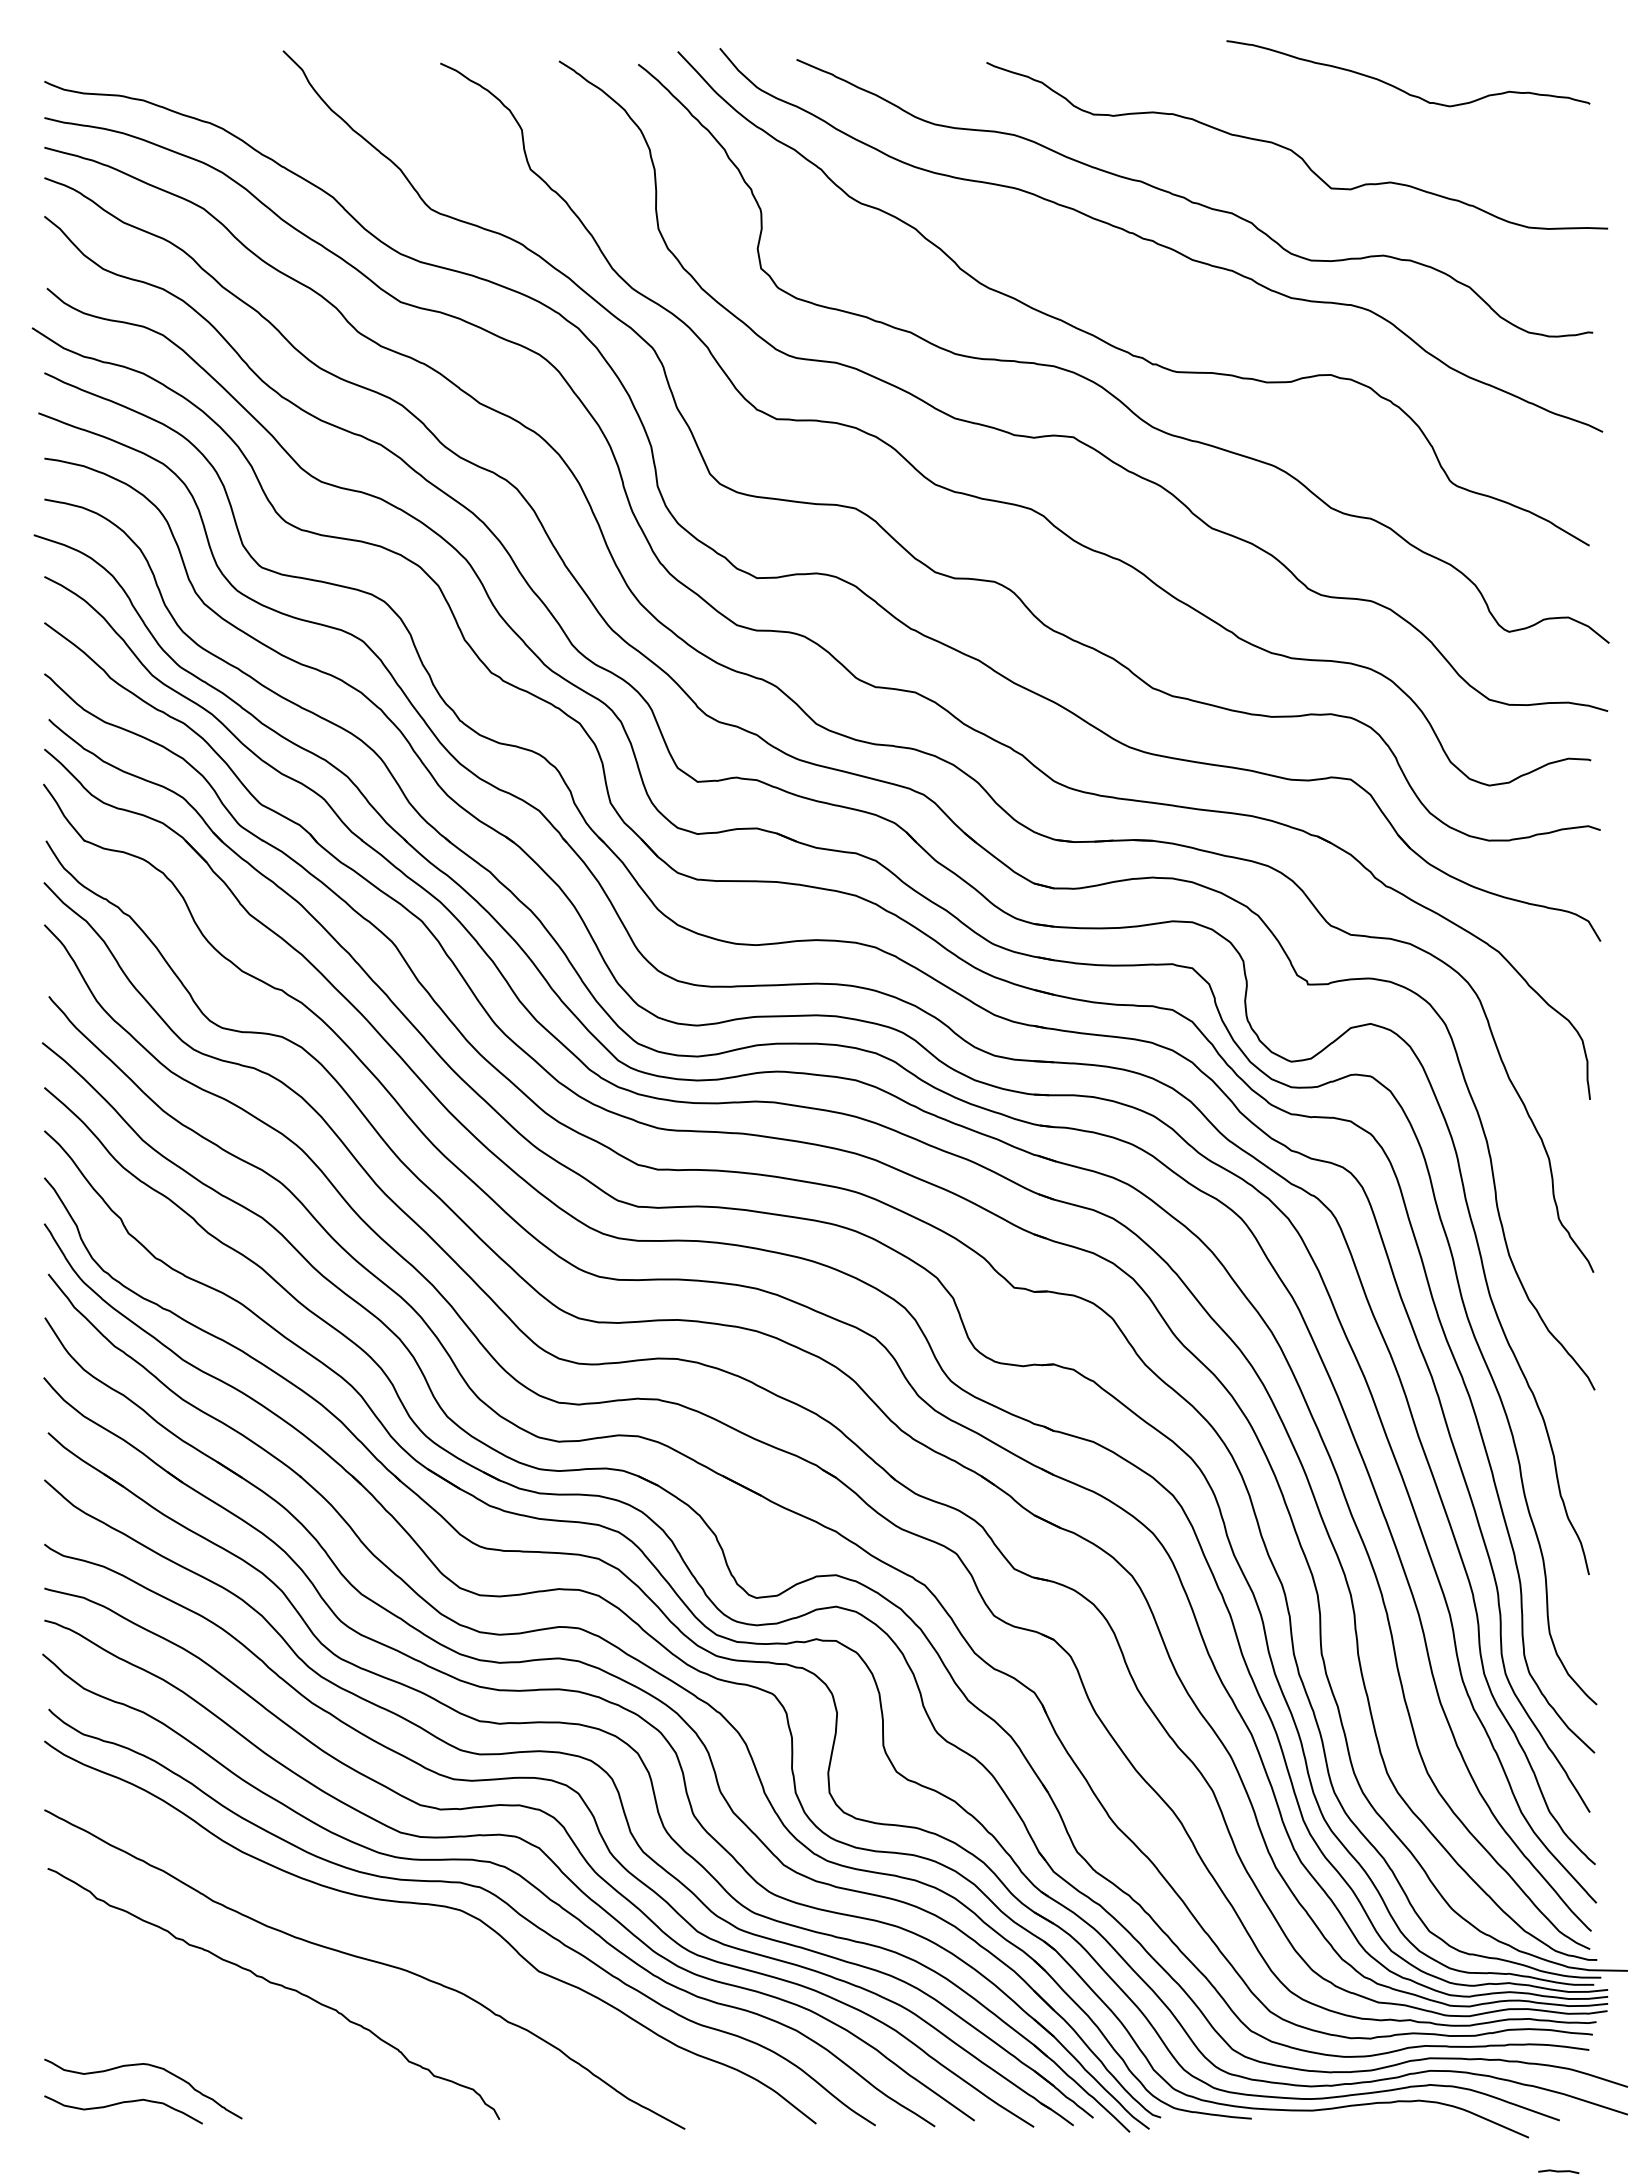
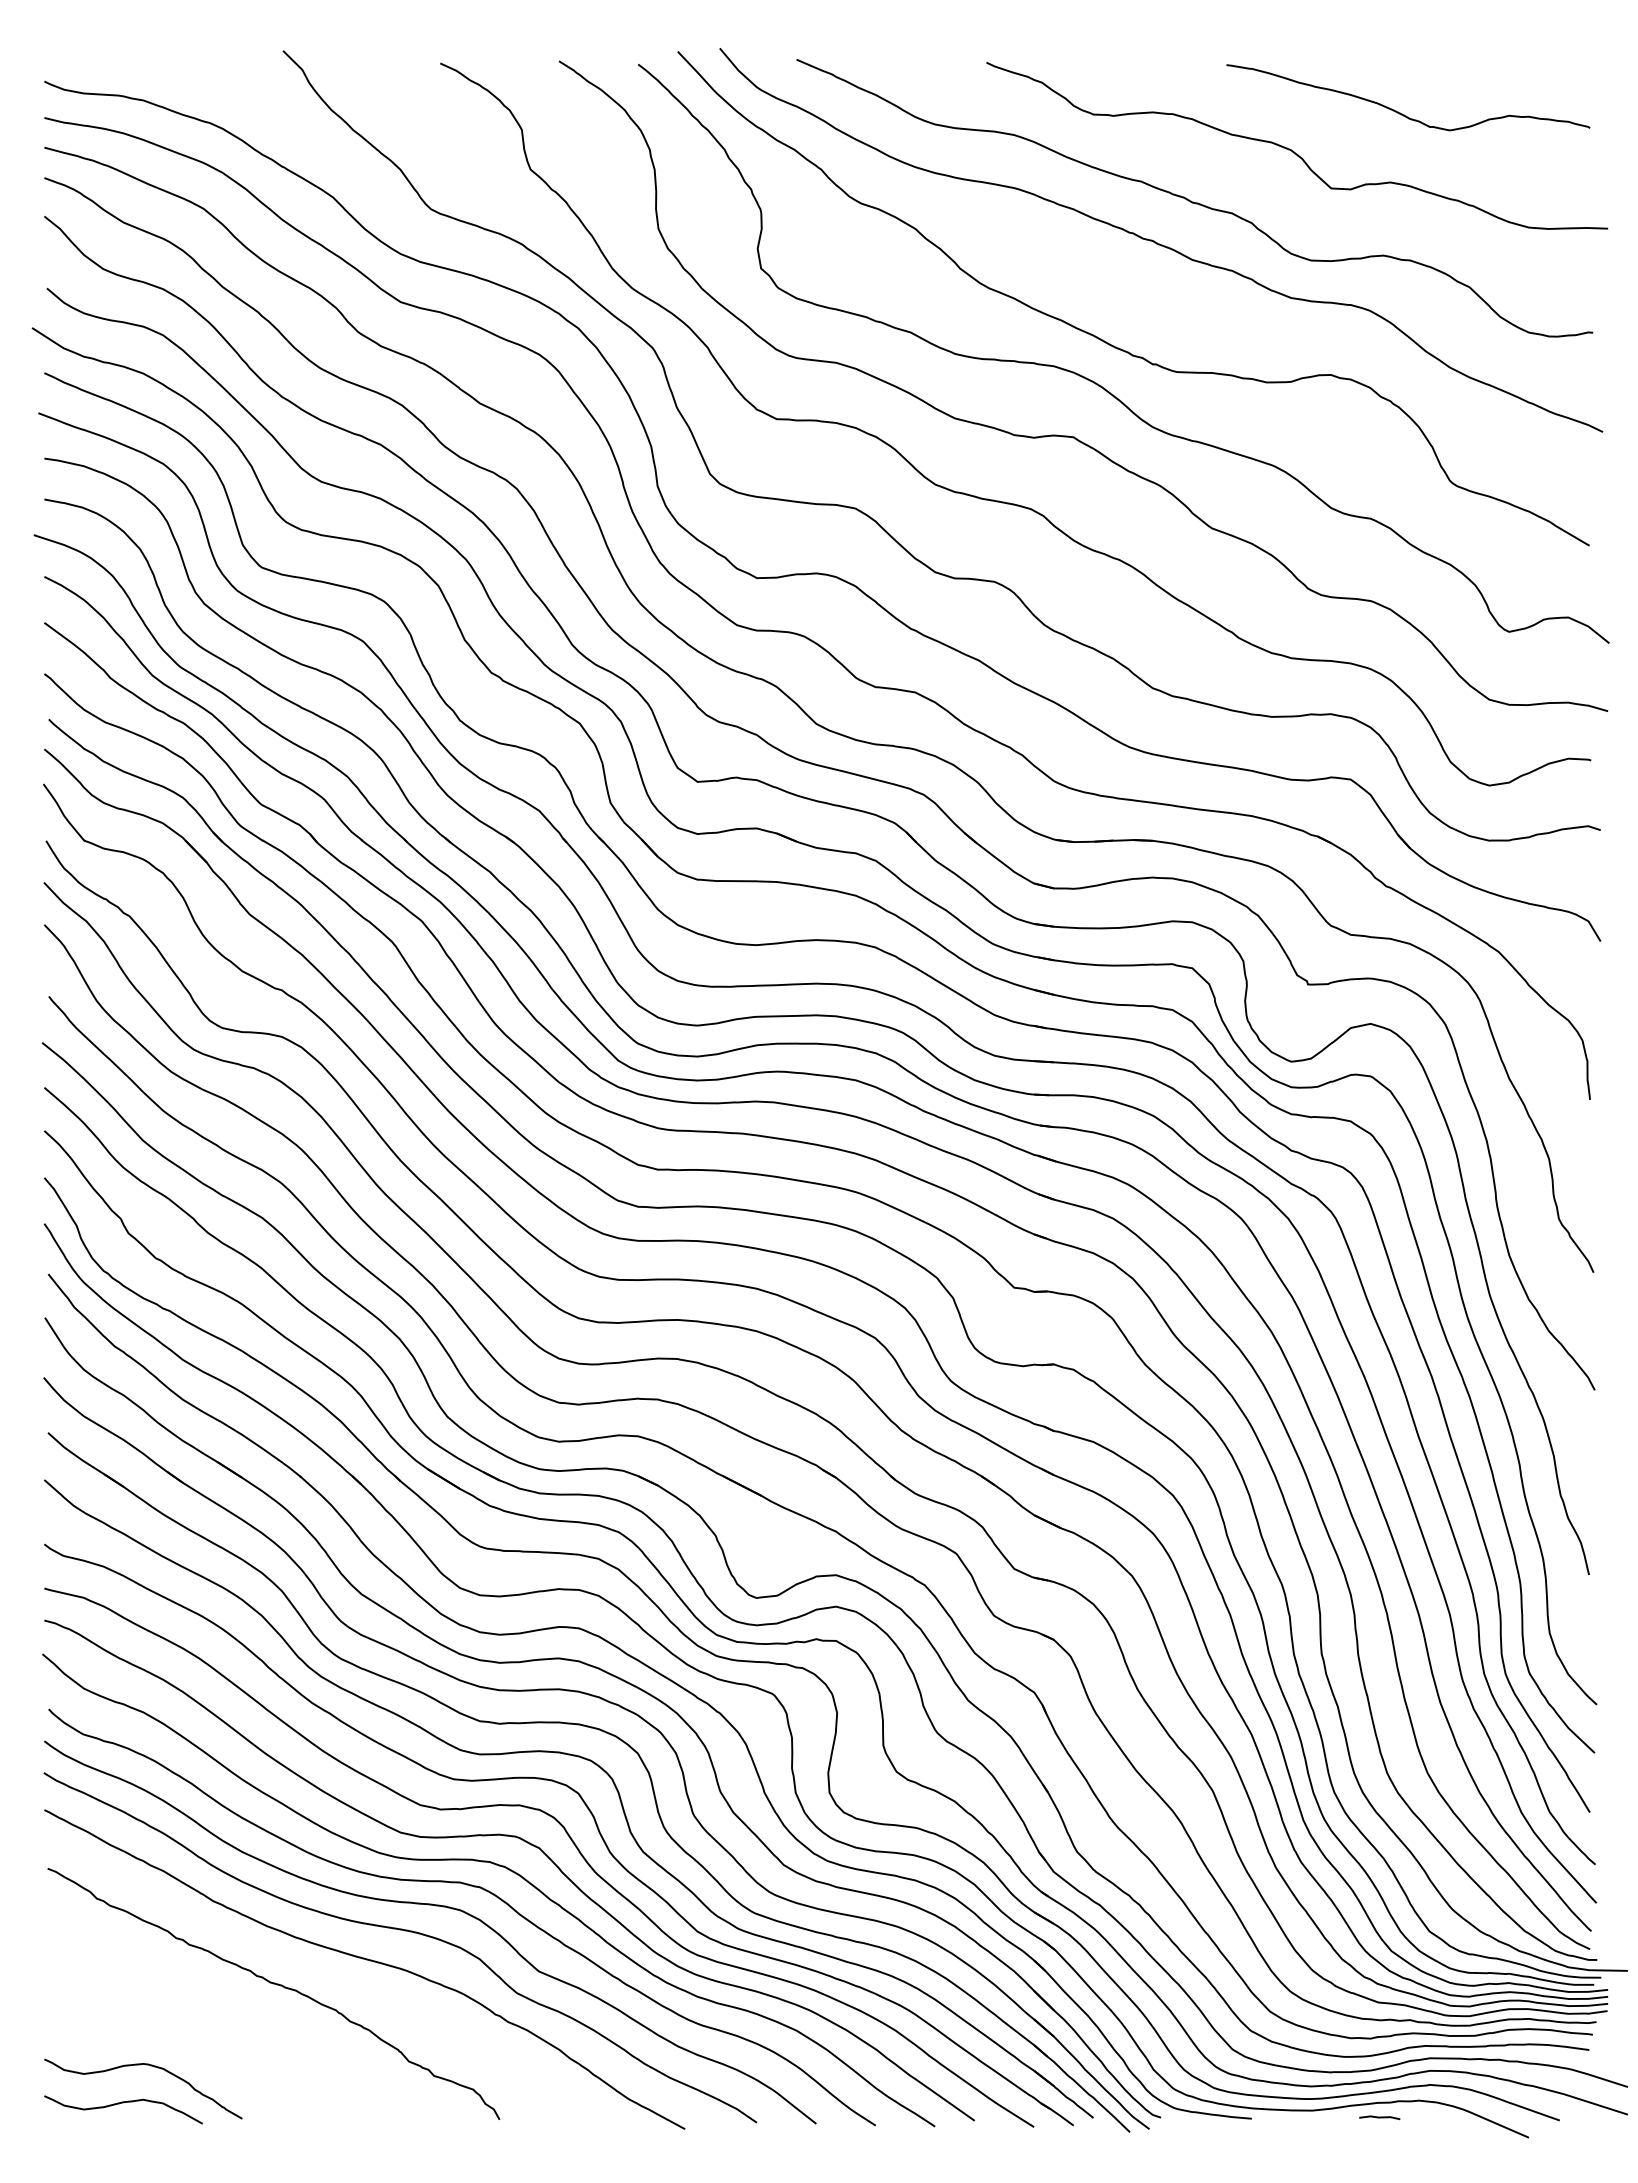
curve at (1400, 88) position: (1400, 88) -> (1400, 112)
curve at (404, 1931): none -> present
line at (1558, 2171) position: (1558, 2171) -> (1379, 2117)
